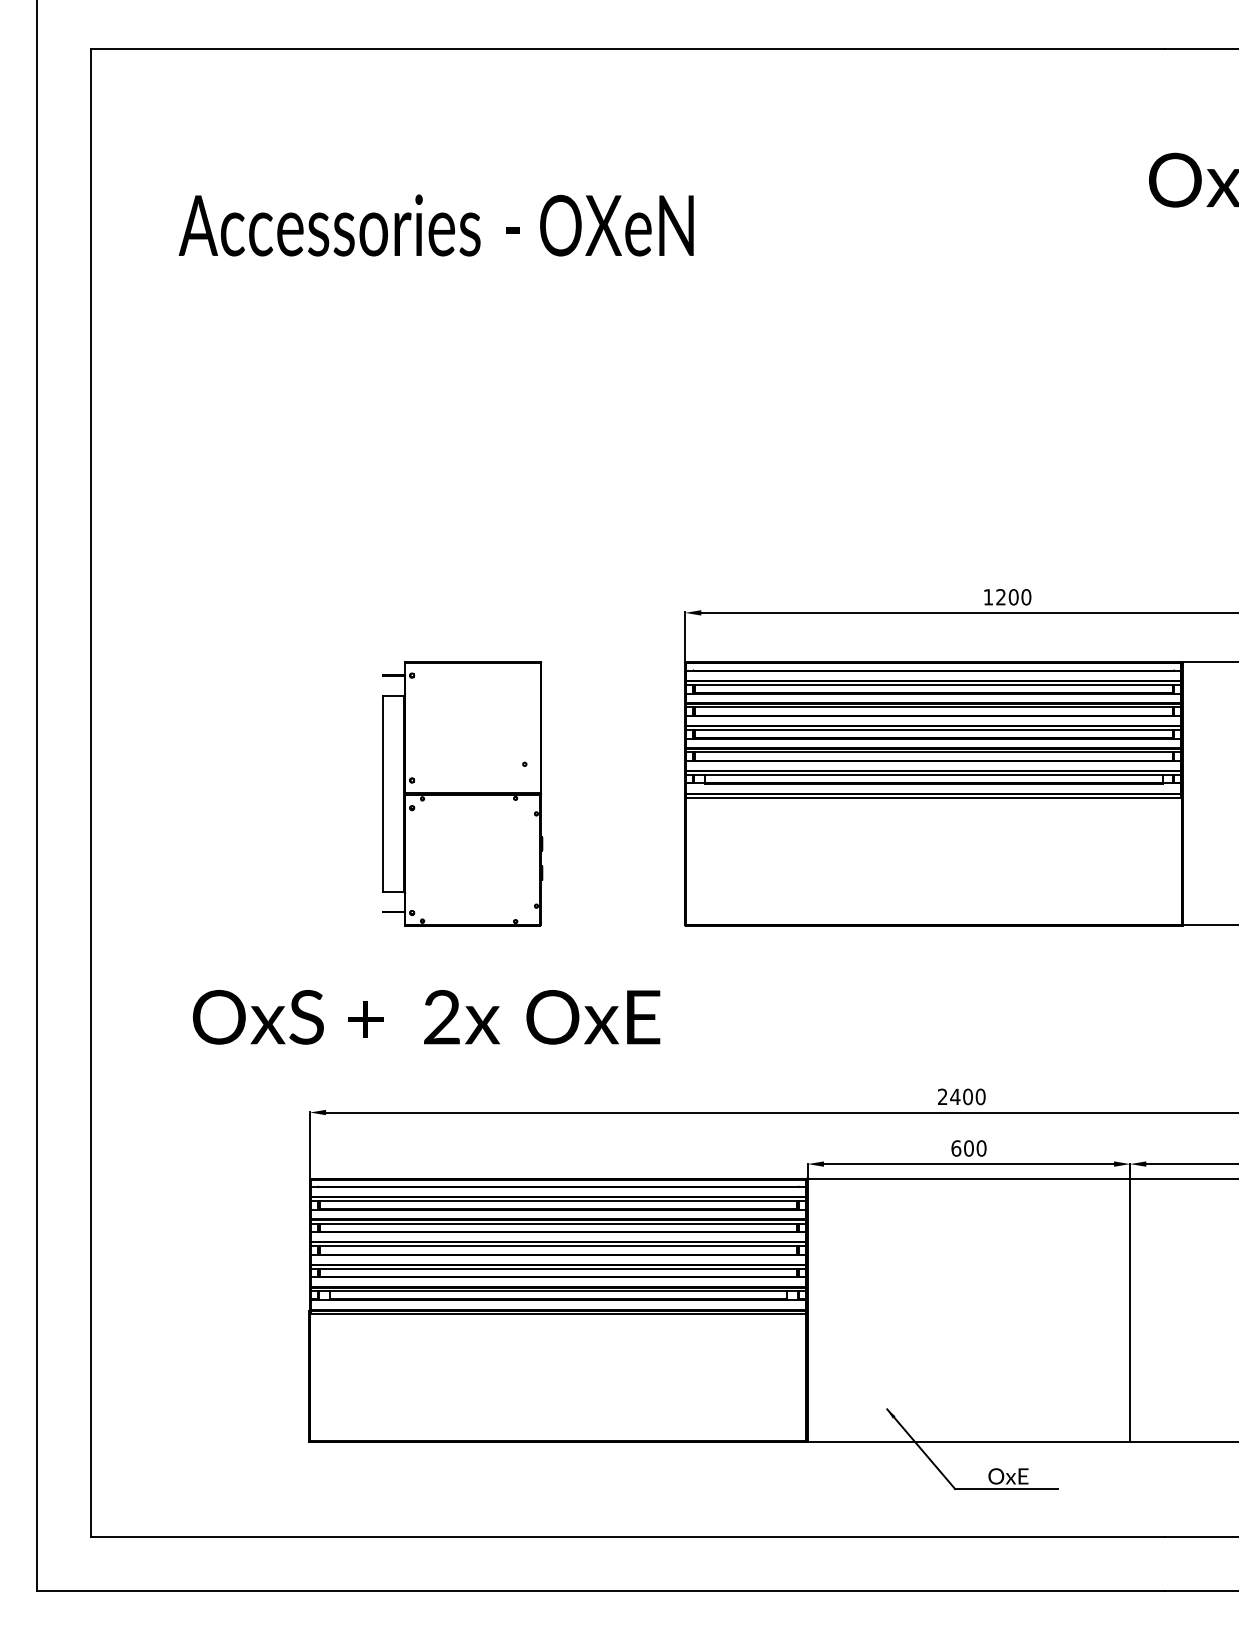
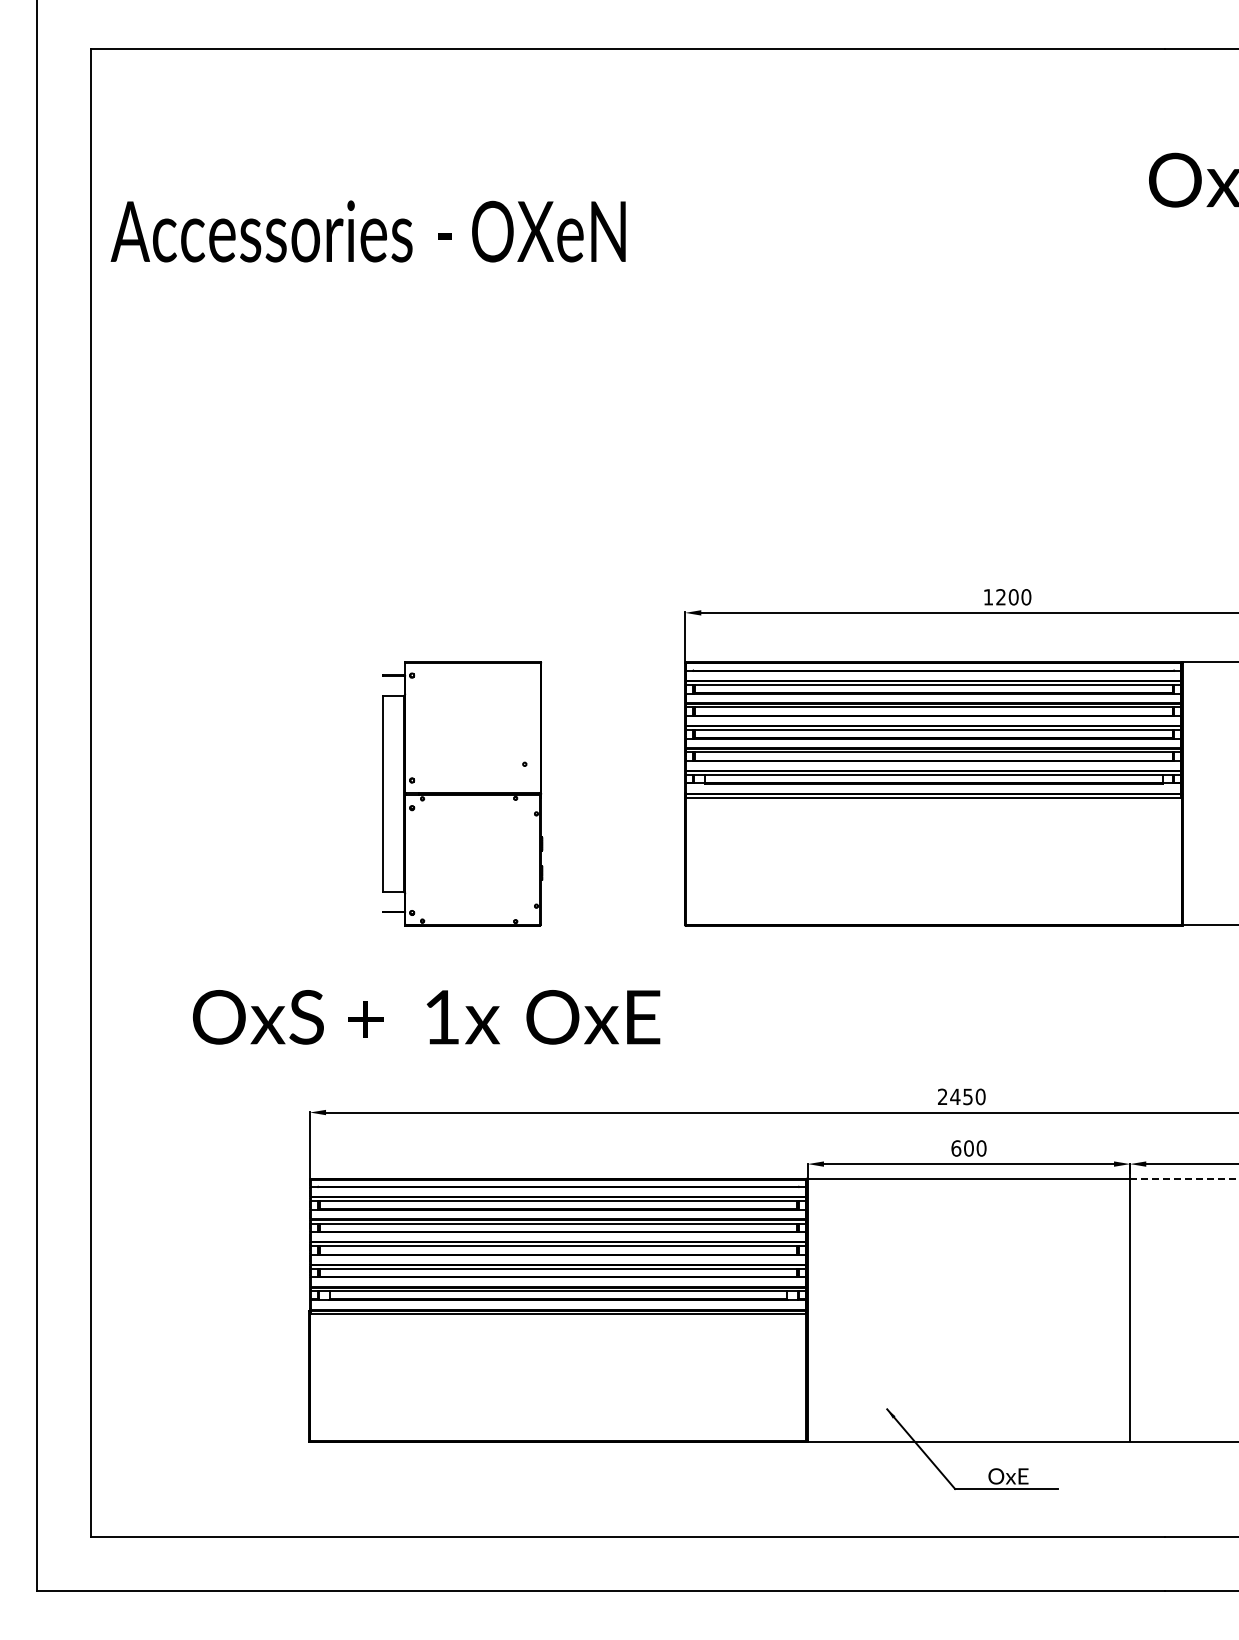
text at (435, 225) position: (435, 225) -> (367, 231)
text at (441, 1017): 2x -> 1x
text at (967, 1096): 2400 -> 2450
line at (1185, 1178): solid -> dashed
